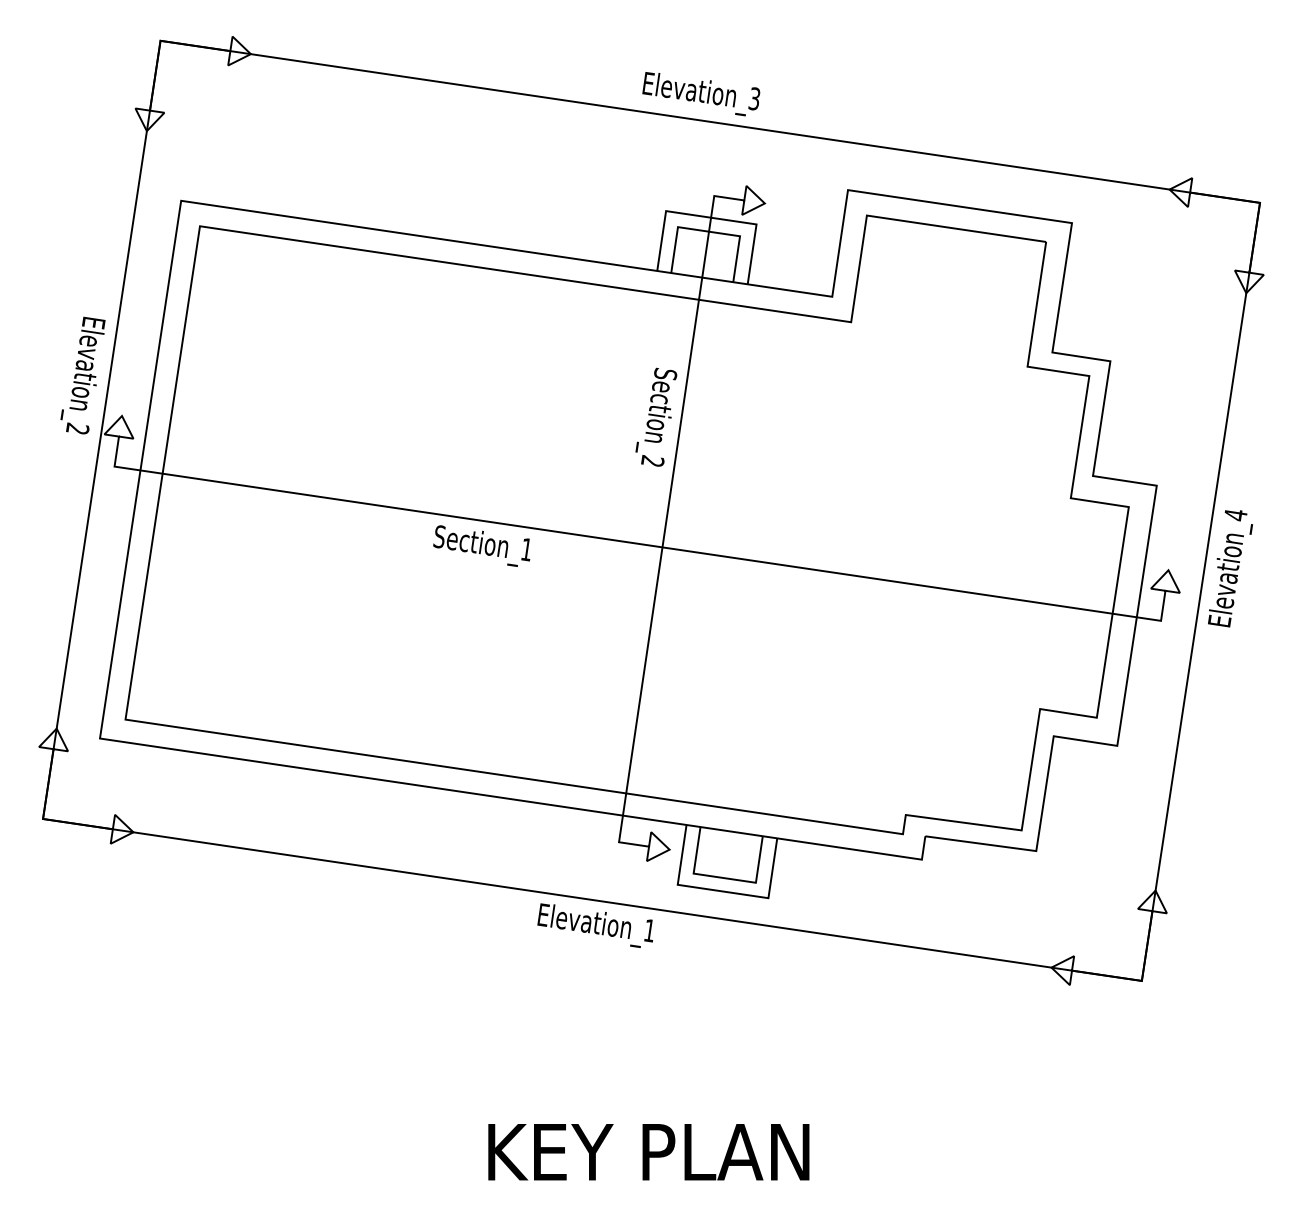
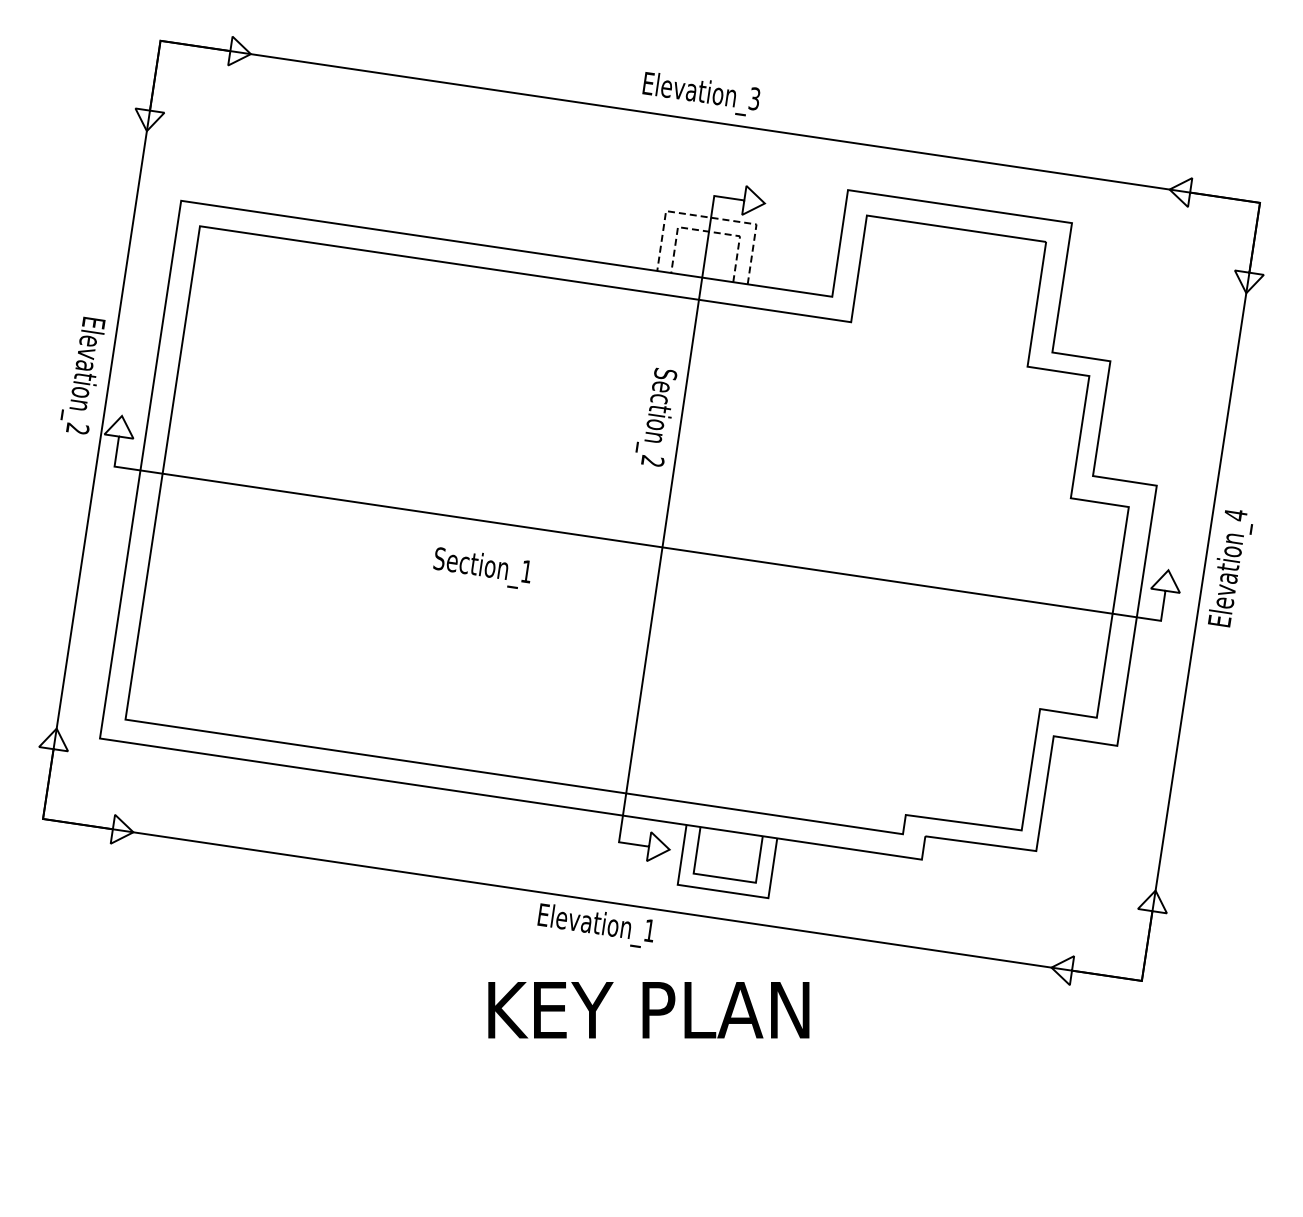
line at (711, 217): solid -> dashed
line at (708, 231): solid -> dashed
text at (481, 545) position: (481, 545) -> (481, 567)
text at (648, 1152) position: (648, 1152) -> (648, 1010)
